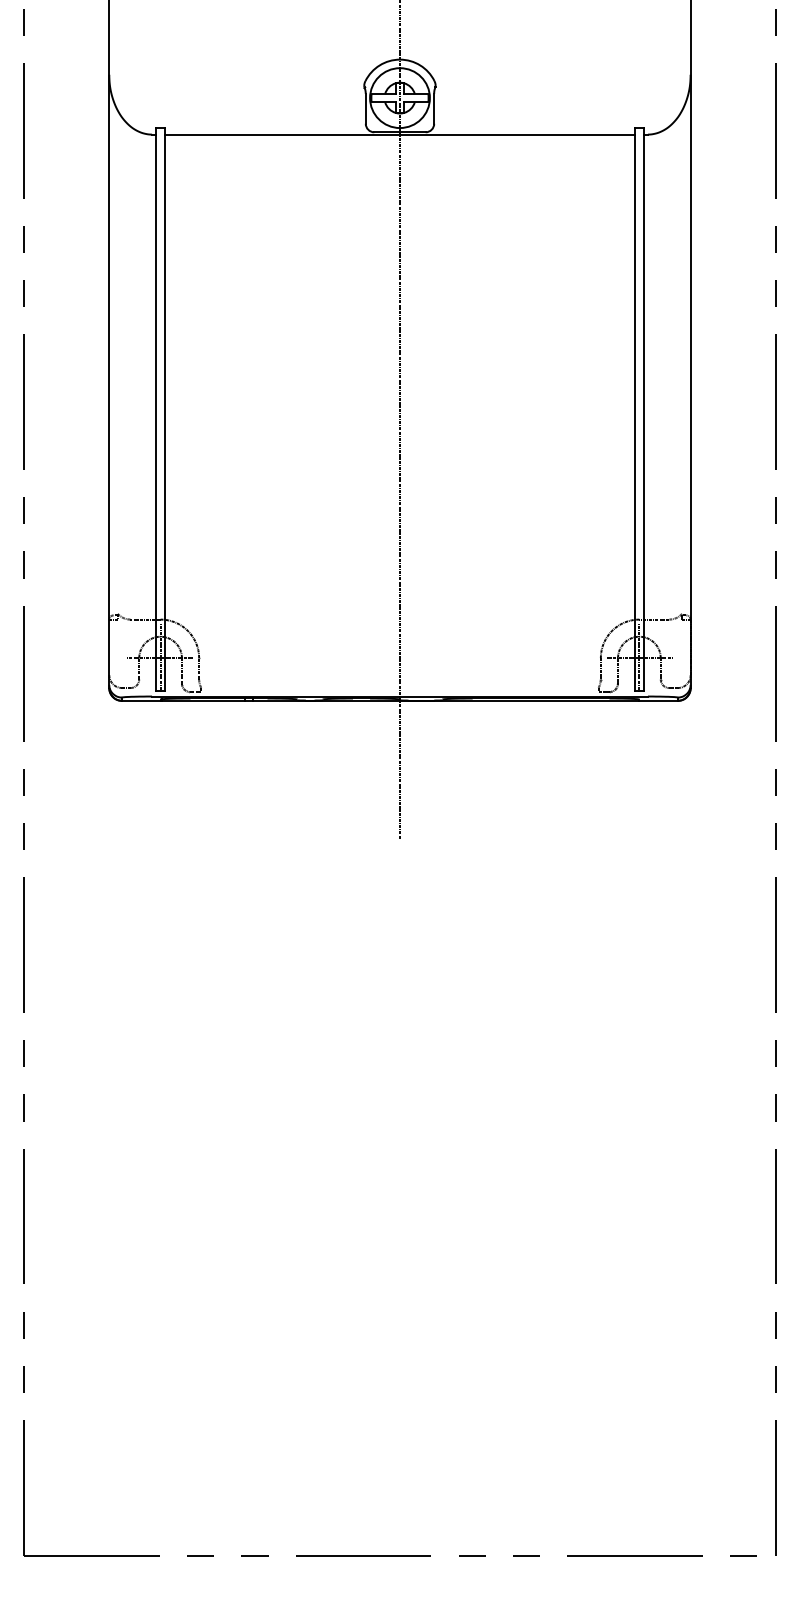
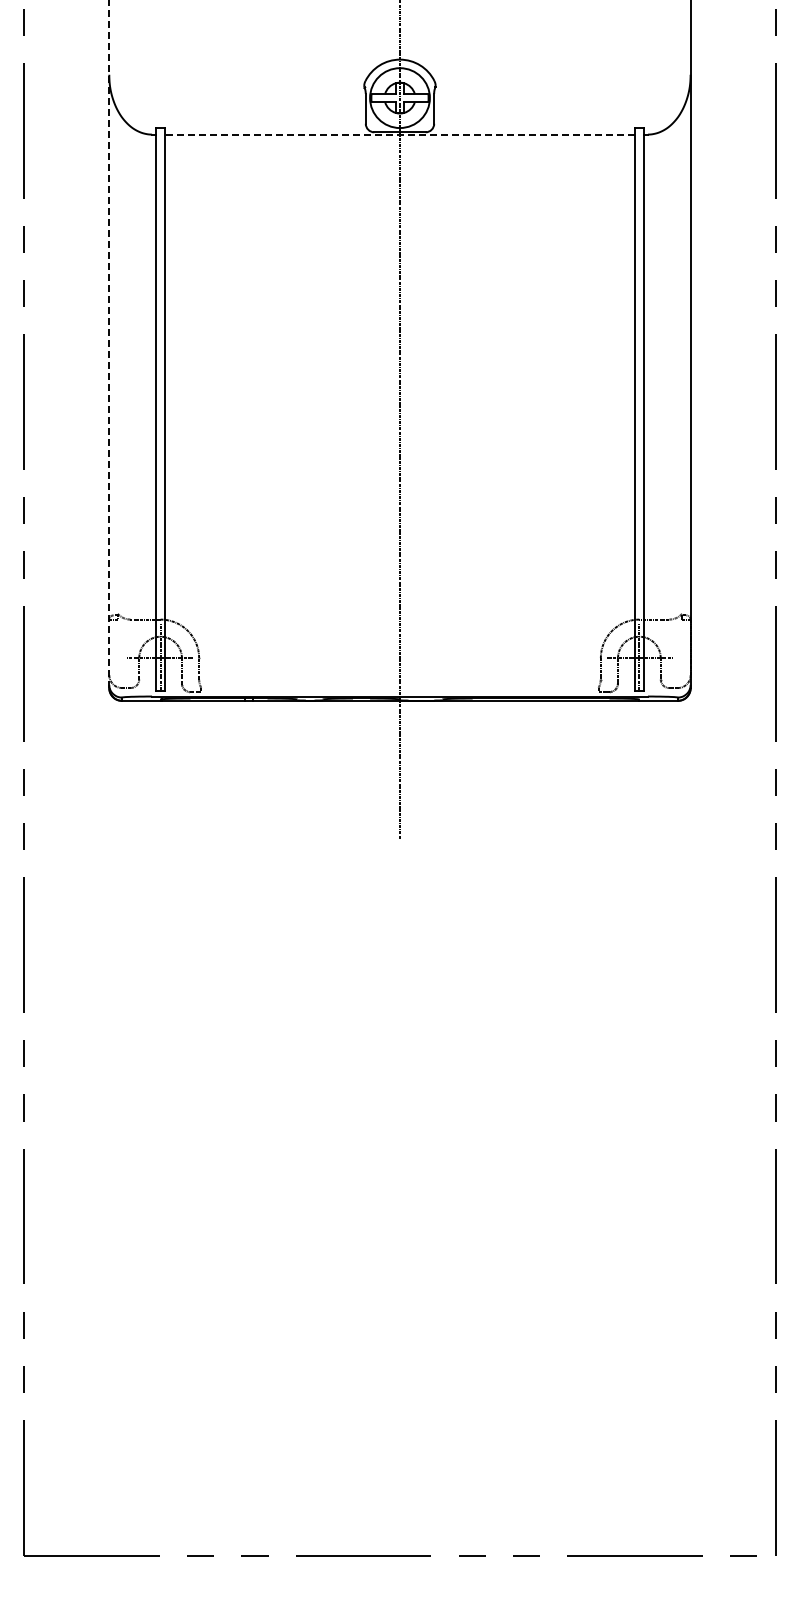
line at (399, 134): solid -> dashed
line at (109, 344): solid -> dashed
